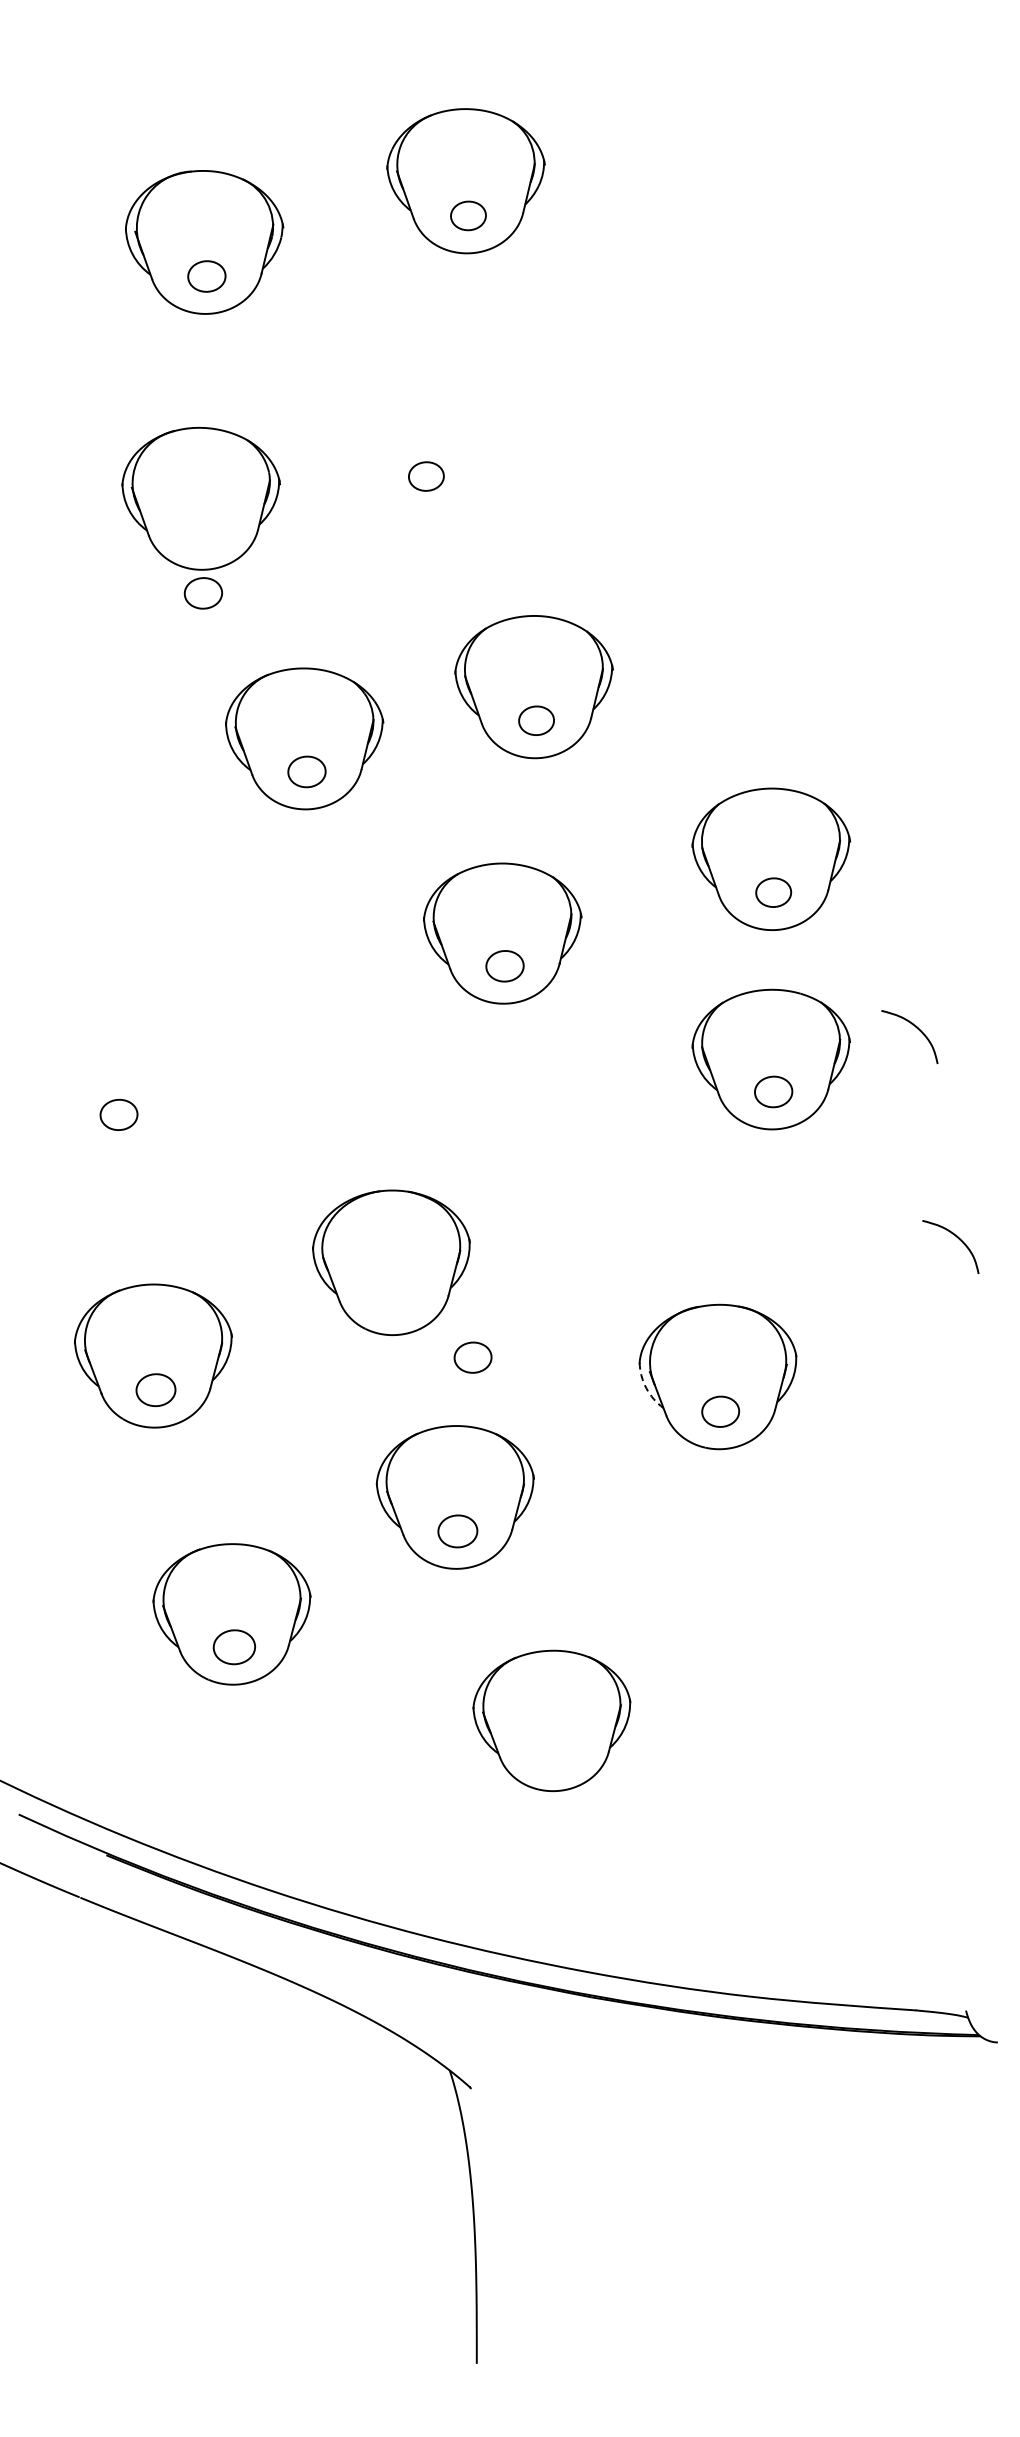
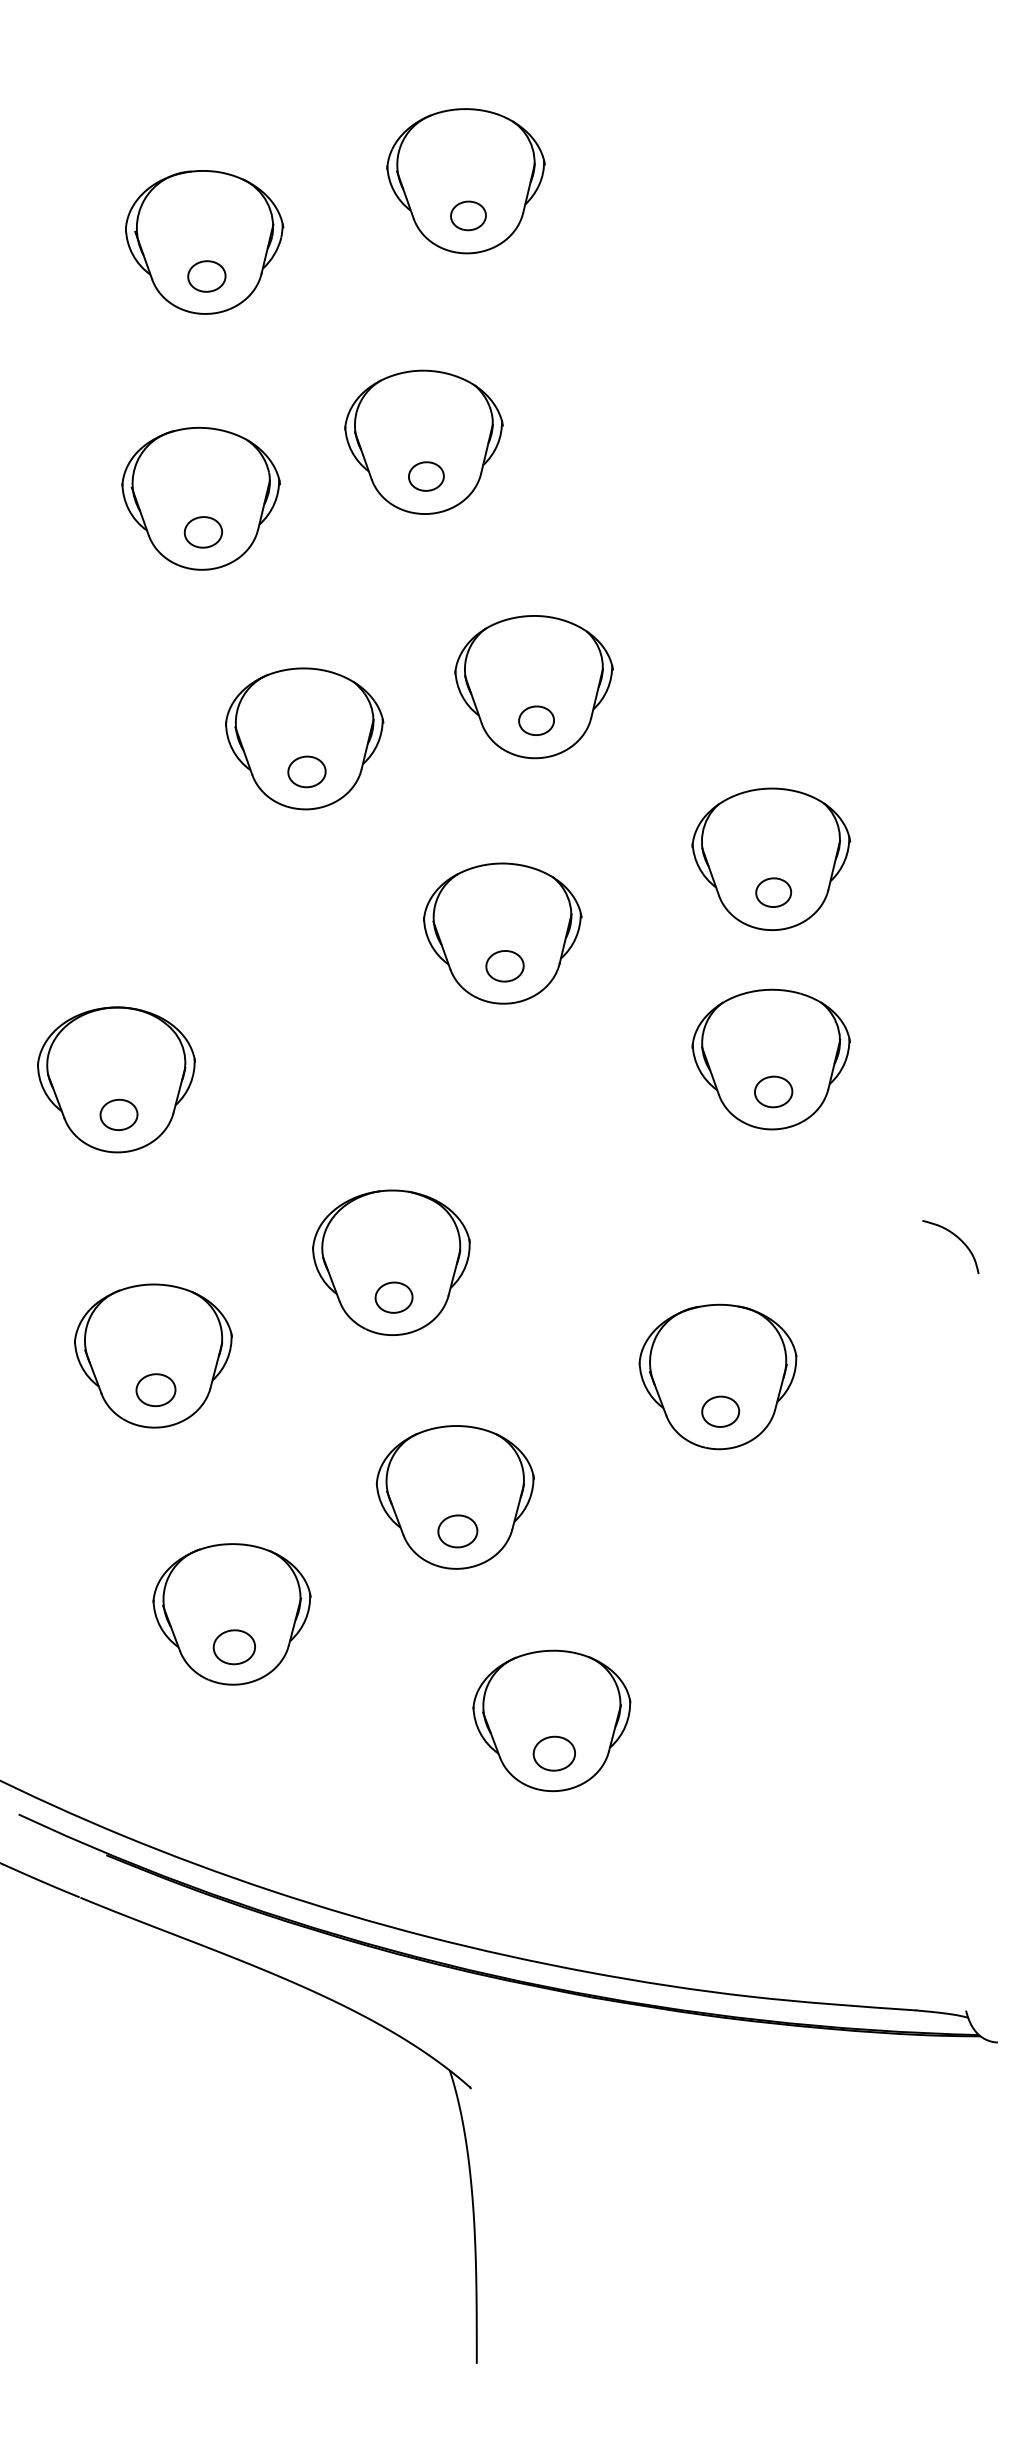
part at (423, 441): none -> present
part at (203, 593) position: (203, 593) -> (203, 532)
curve at (916, 1028): present -> none
part at (116, 1079): none -> present
part at (472, 1357) position: (472, 1357) -> (393, 1297)
arc at (646, 1388): dashed -> solid
part at (553, 1753): none -> present
